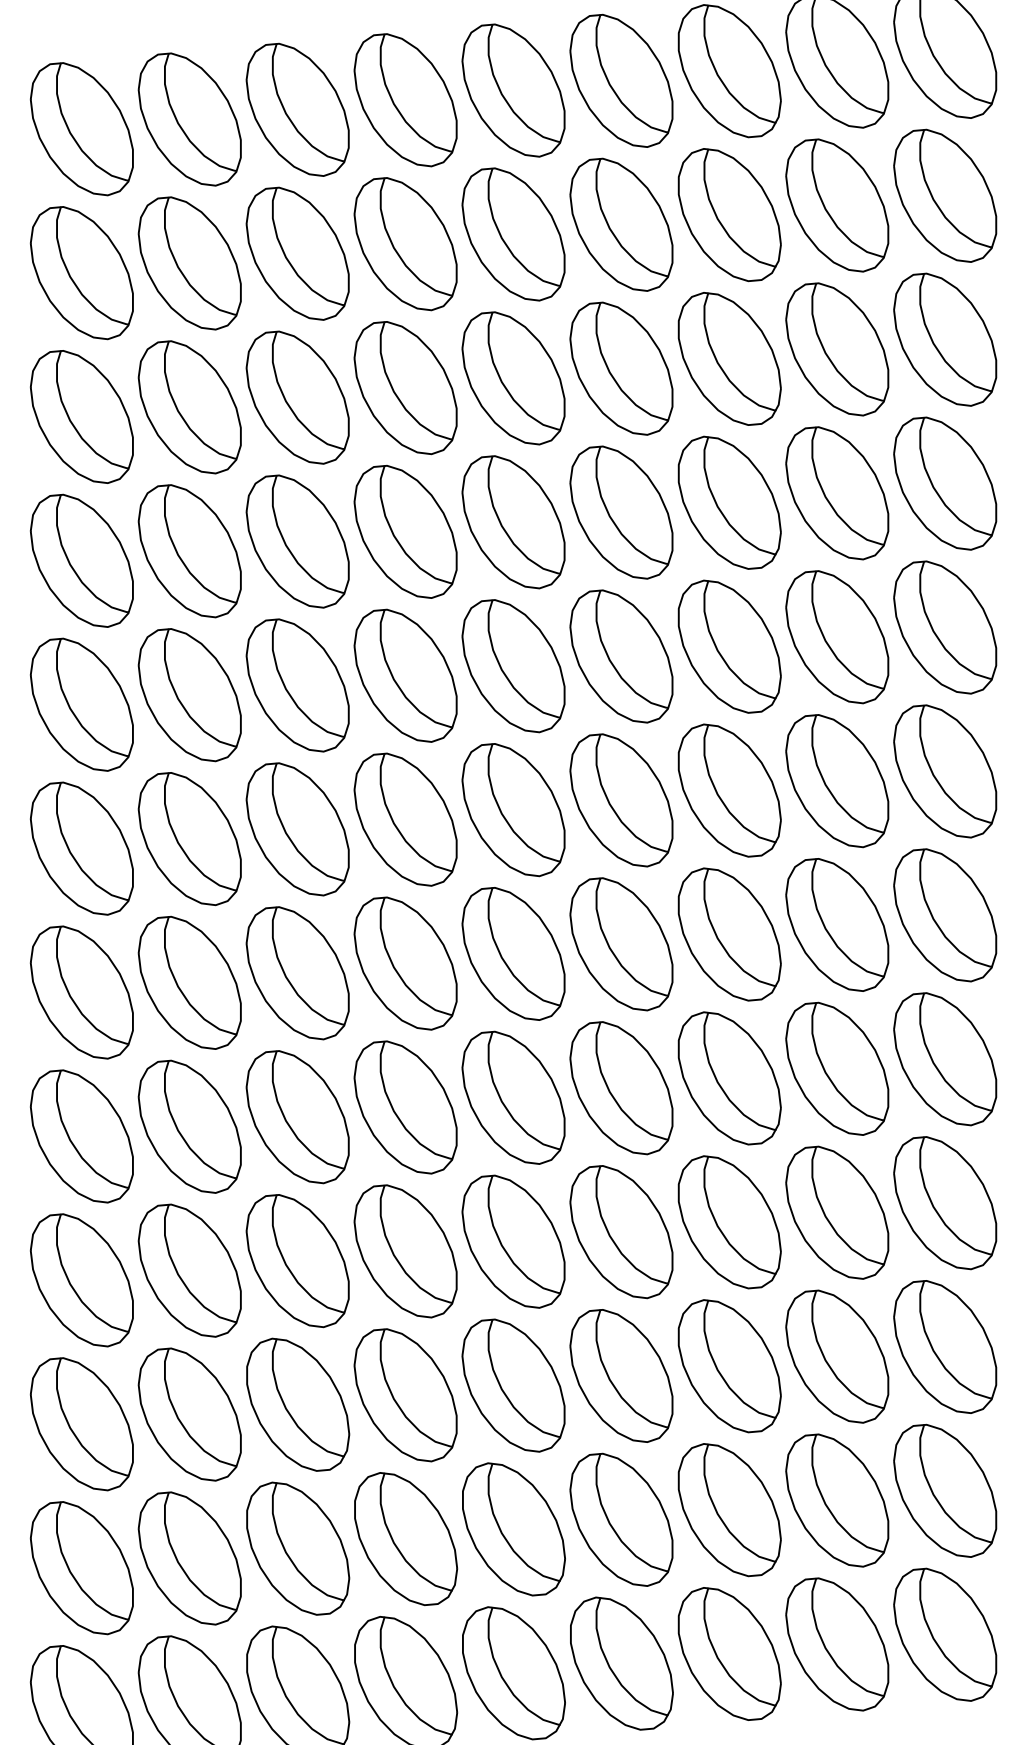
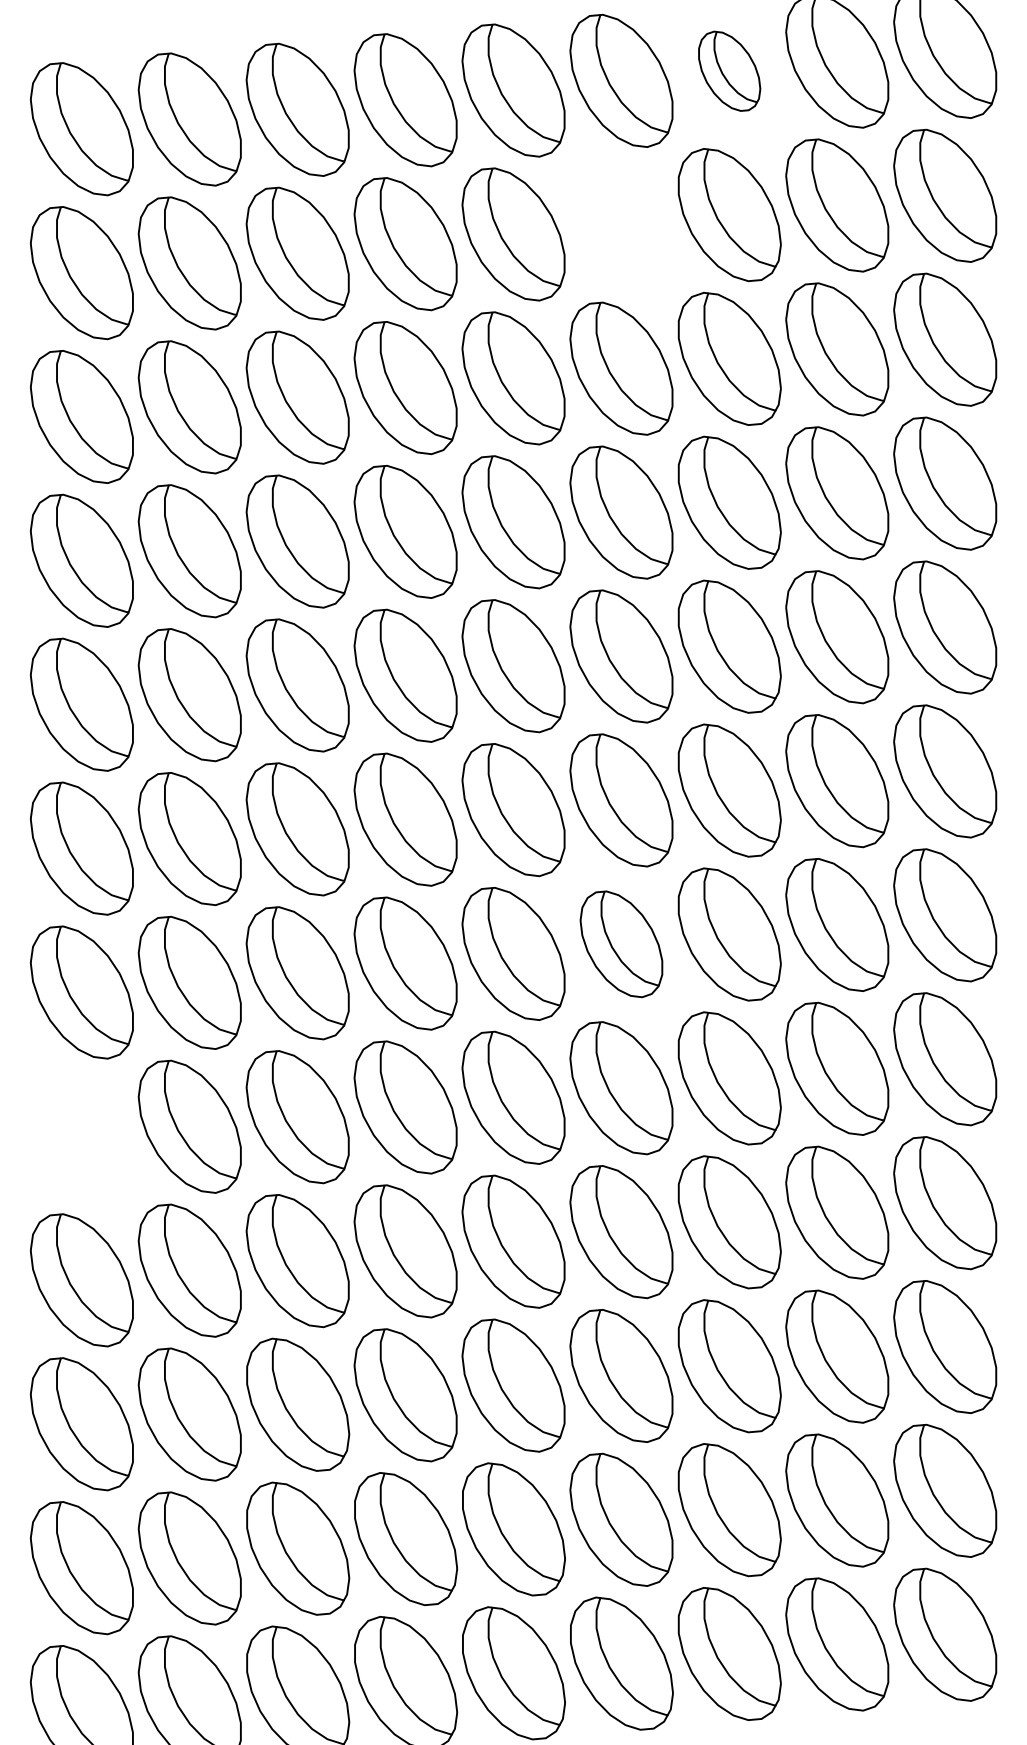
part at (729, 71) size: 105x135 px -> 64x82 px
part at (621, 224): present -> none
part at (621, 944) size: 105x135 px -> 85x109 px
part at (81, 1136): present -> none
